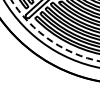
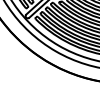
arc at (49, 39): dashed -> solid
